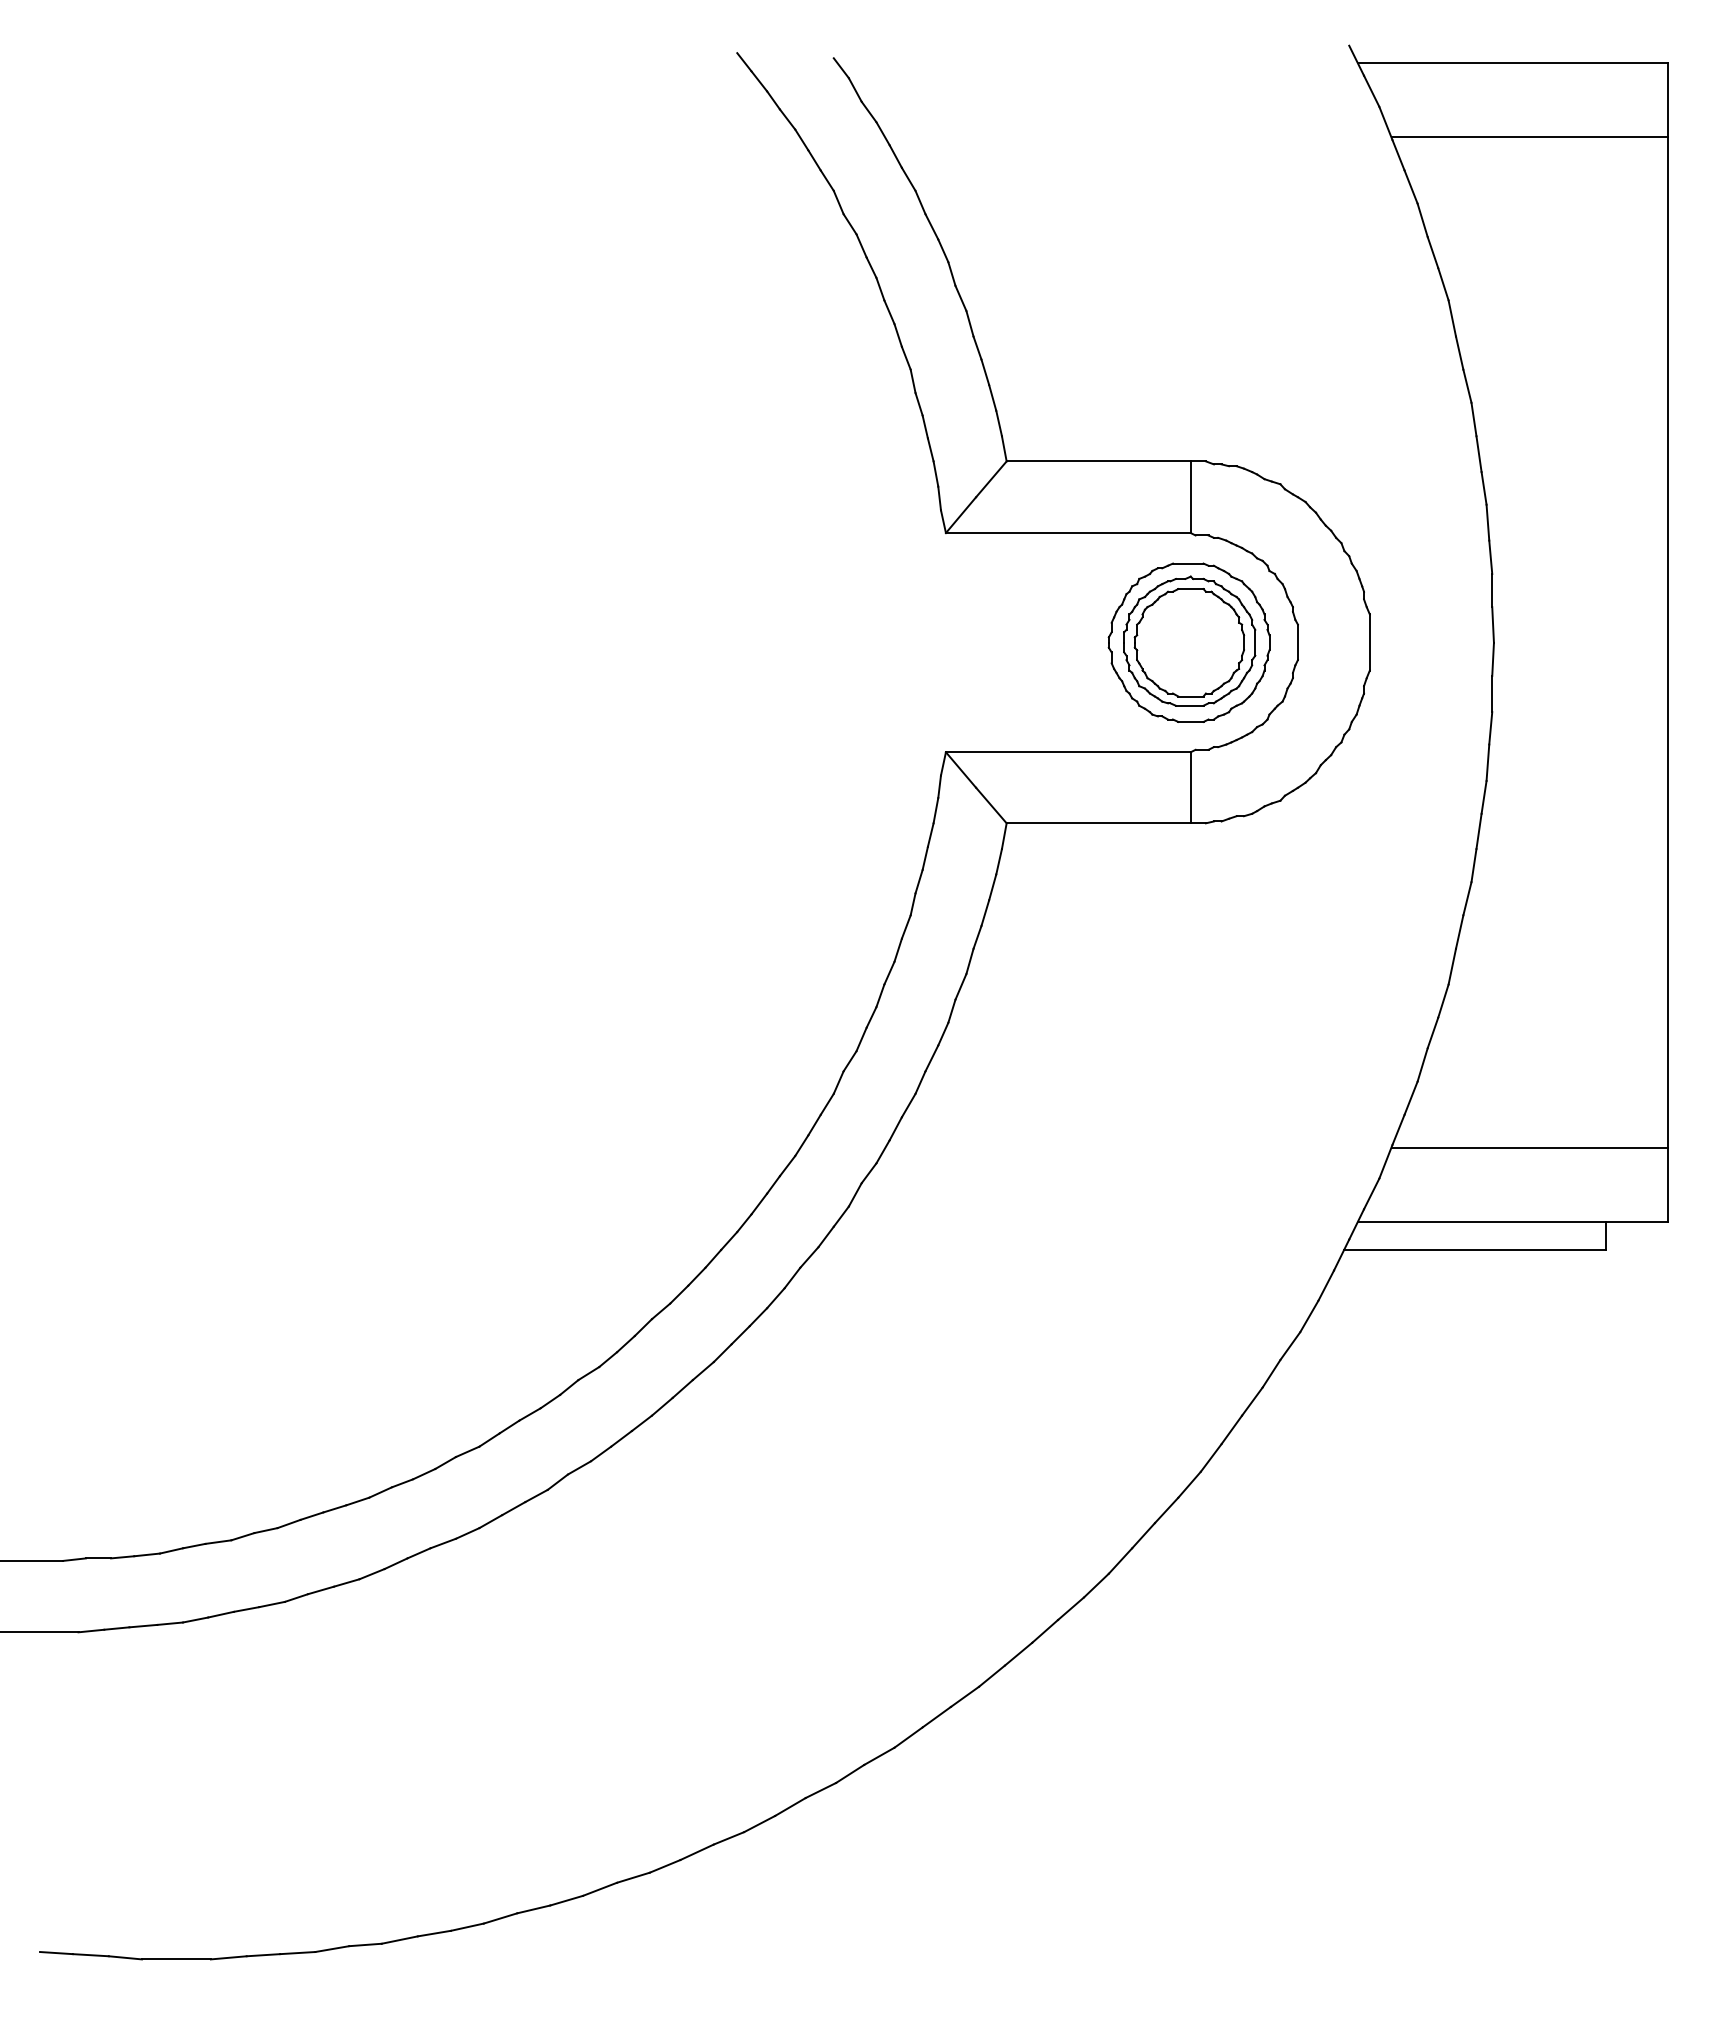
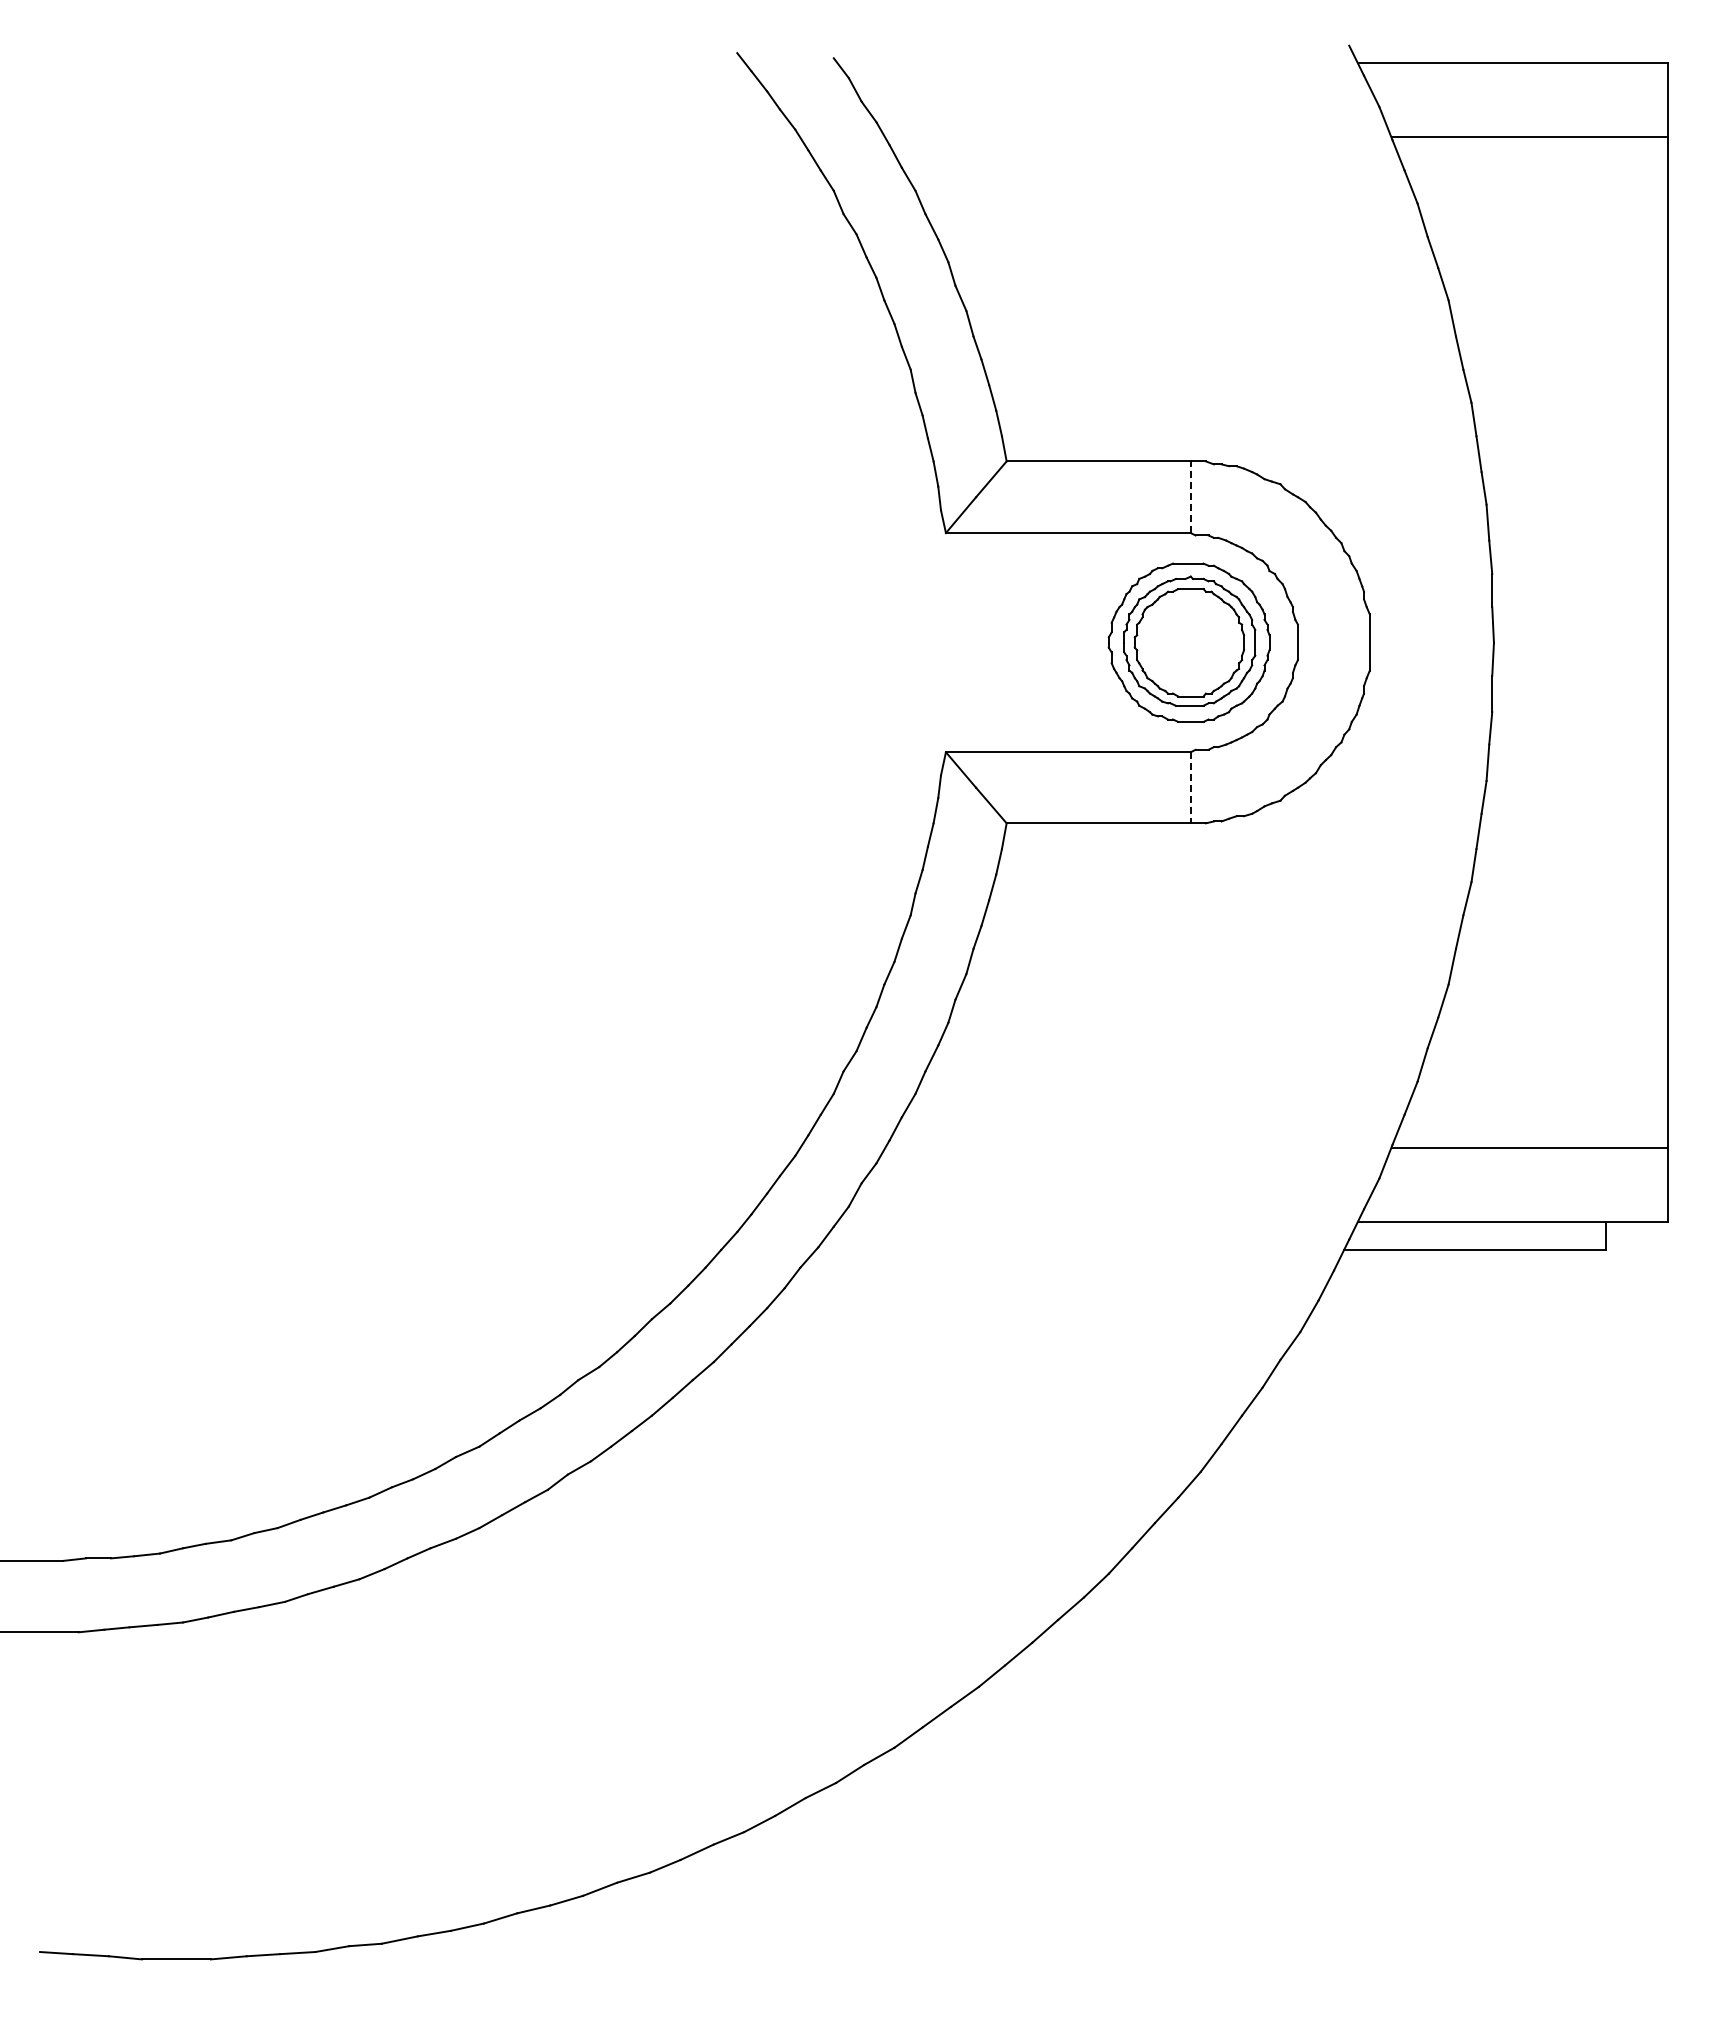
line at (1190, 497): solid -> dashed
line at (1190, 787): solid -> dashed
